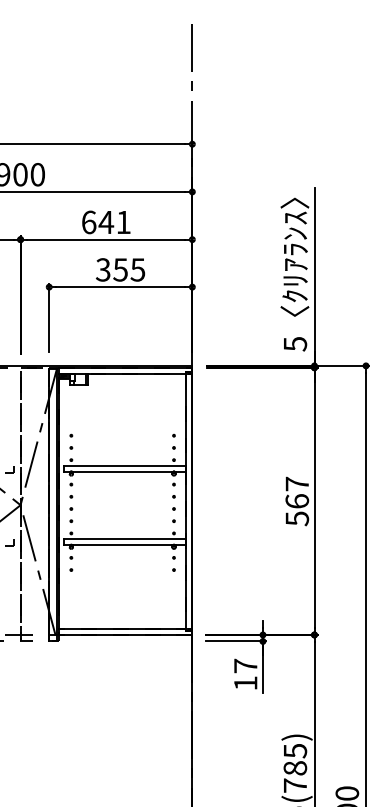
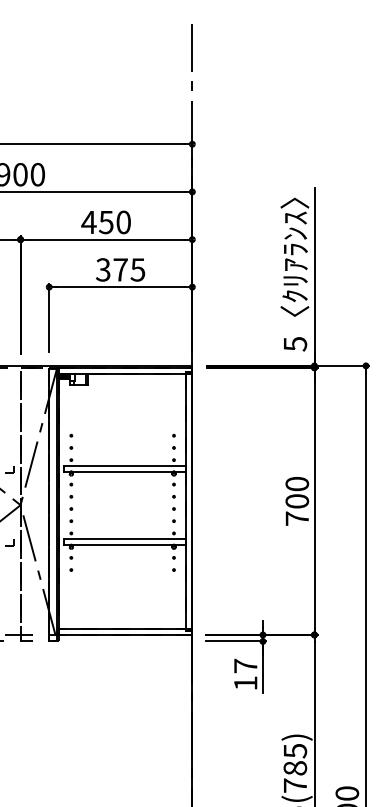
text at (105, 222): 641 -> 450
text at (120, 269): 355 -> 375
text at (297, 501): 567 -> 700
